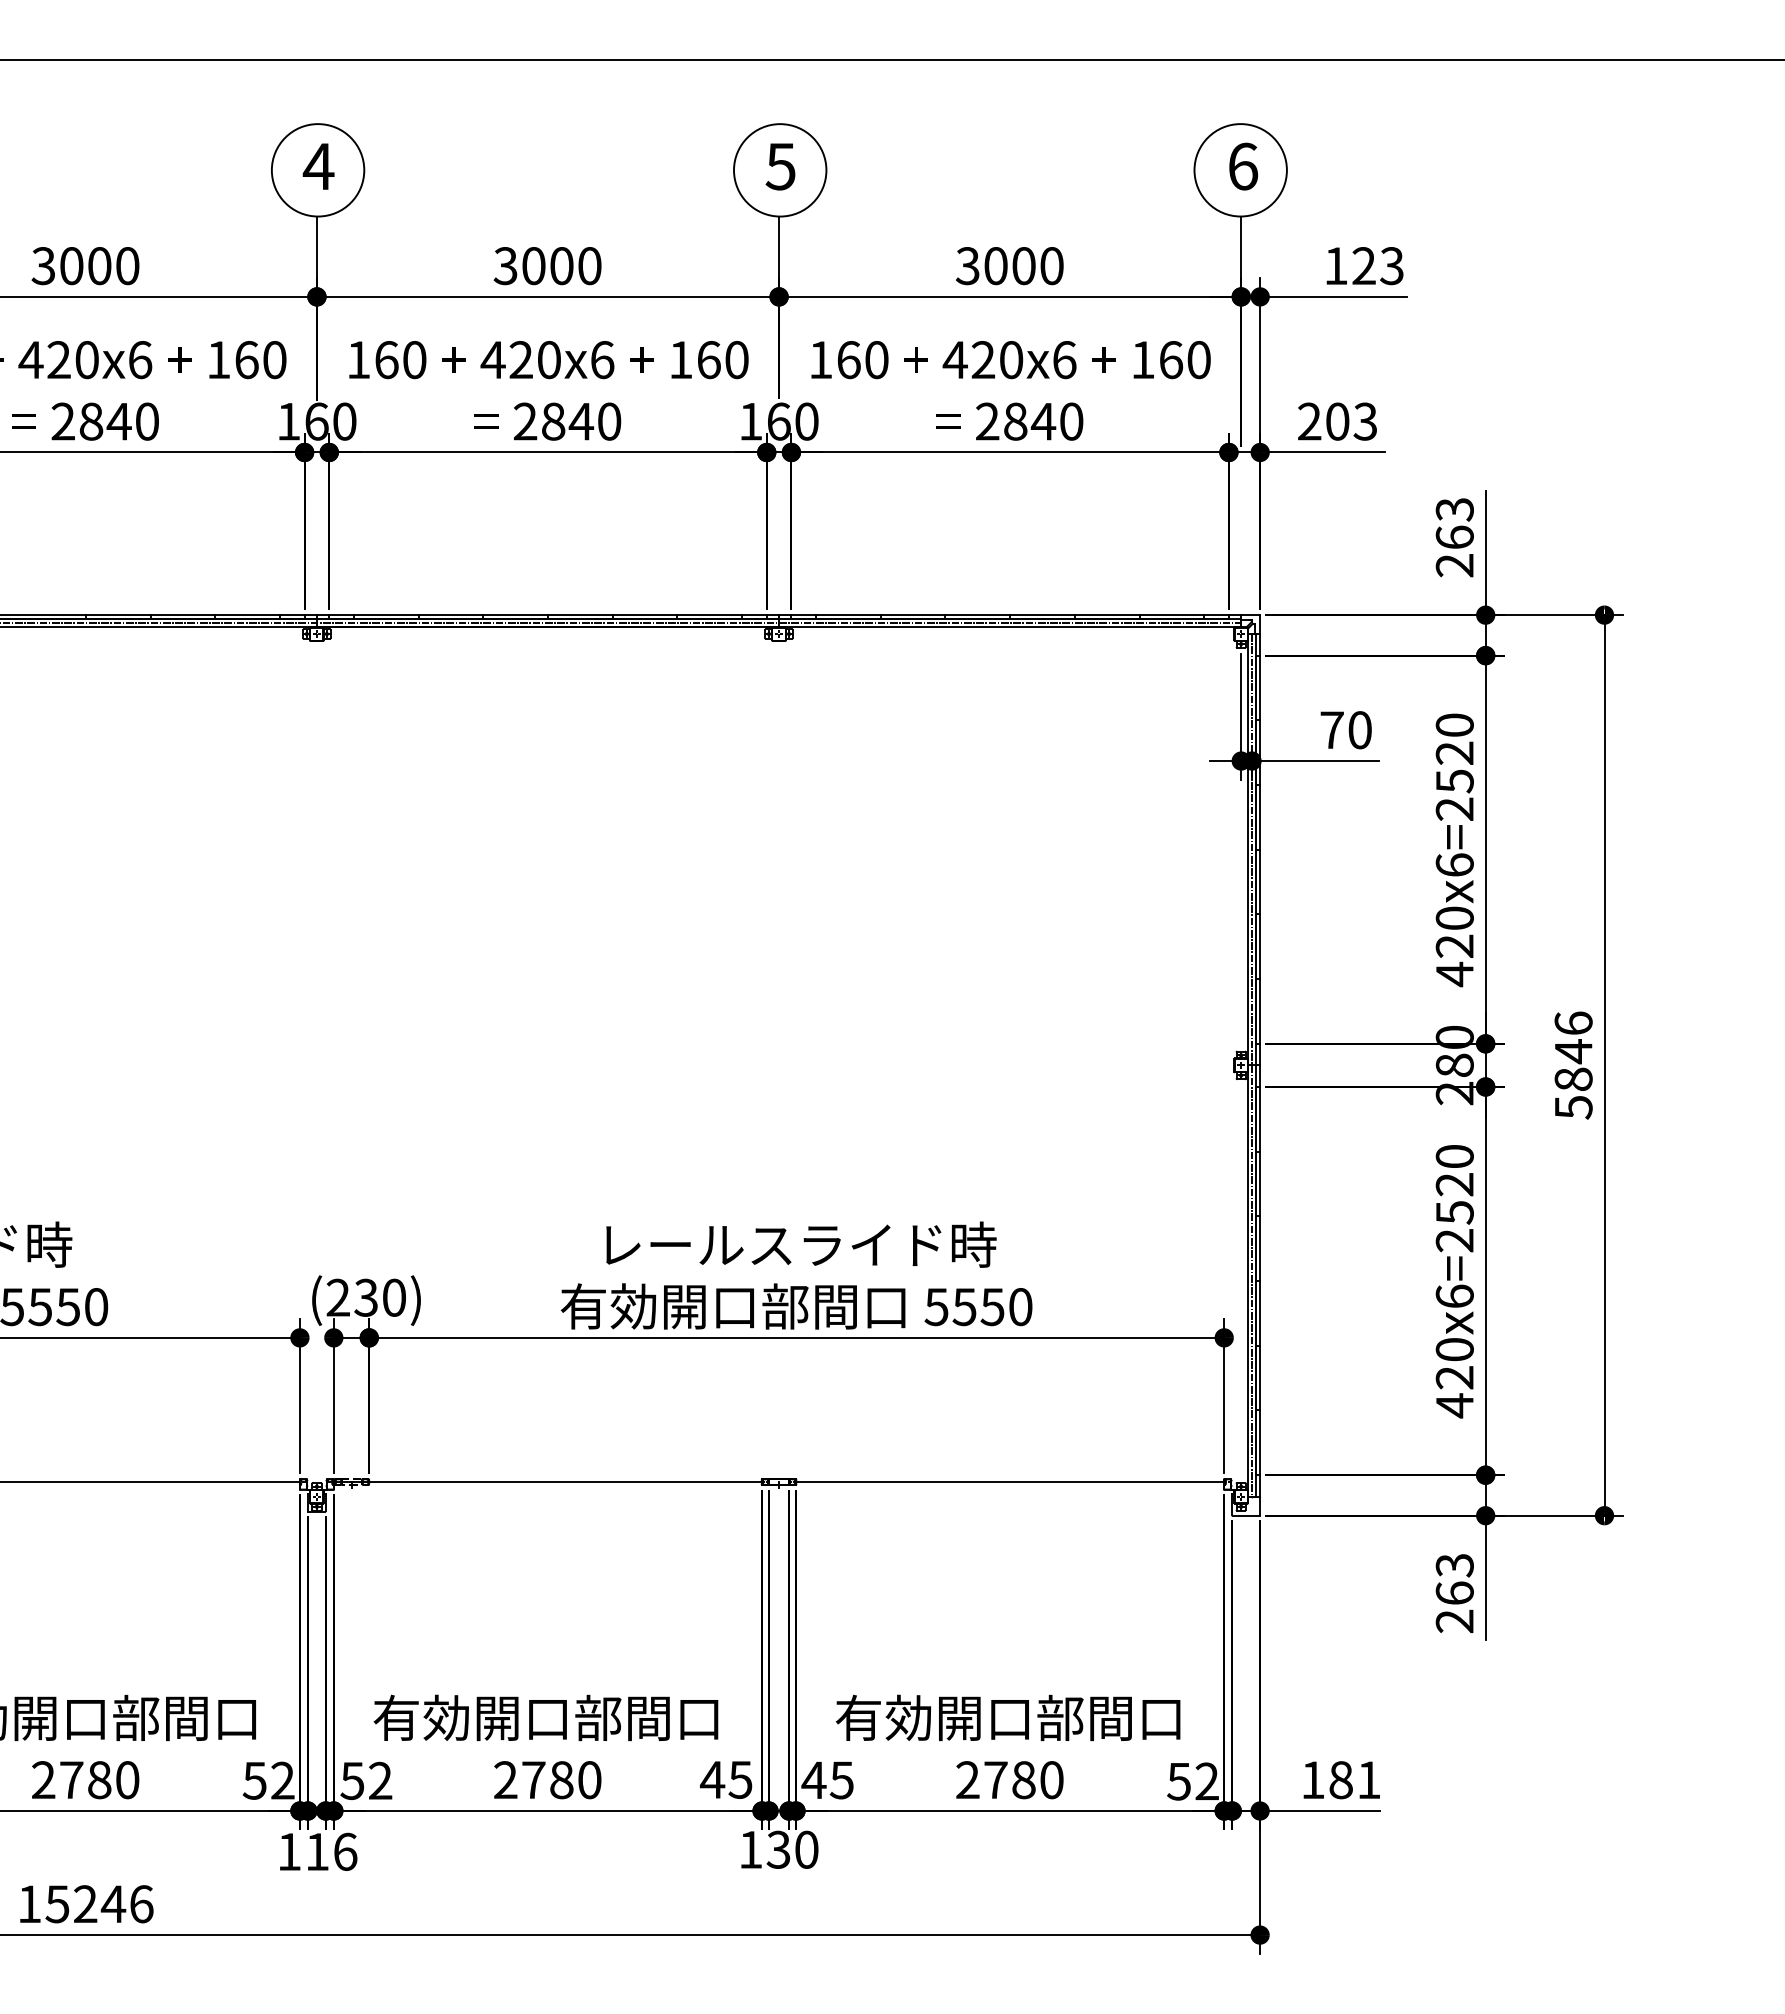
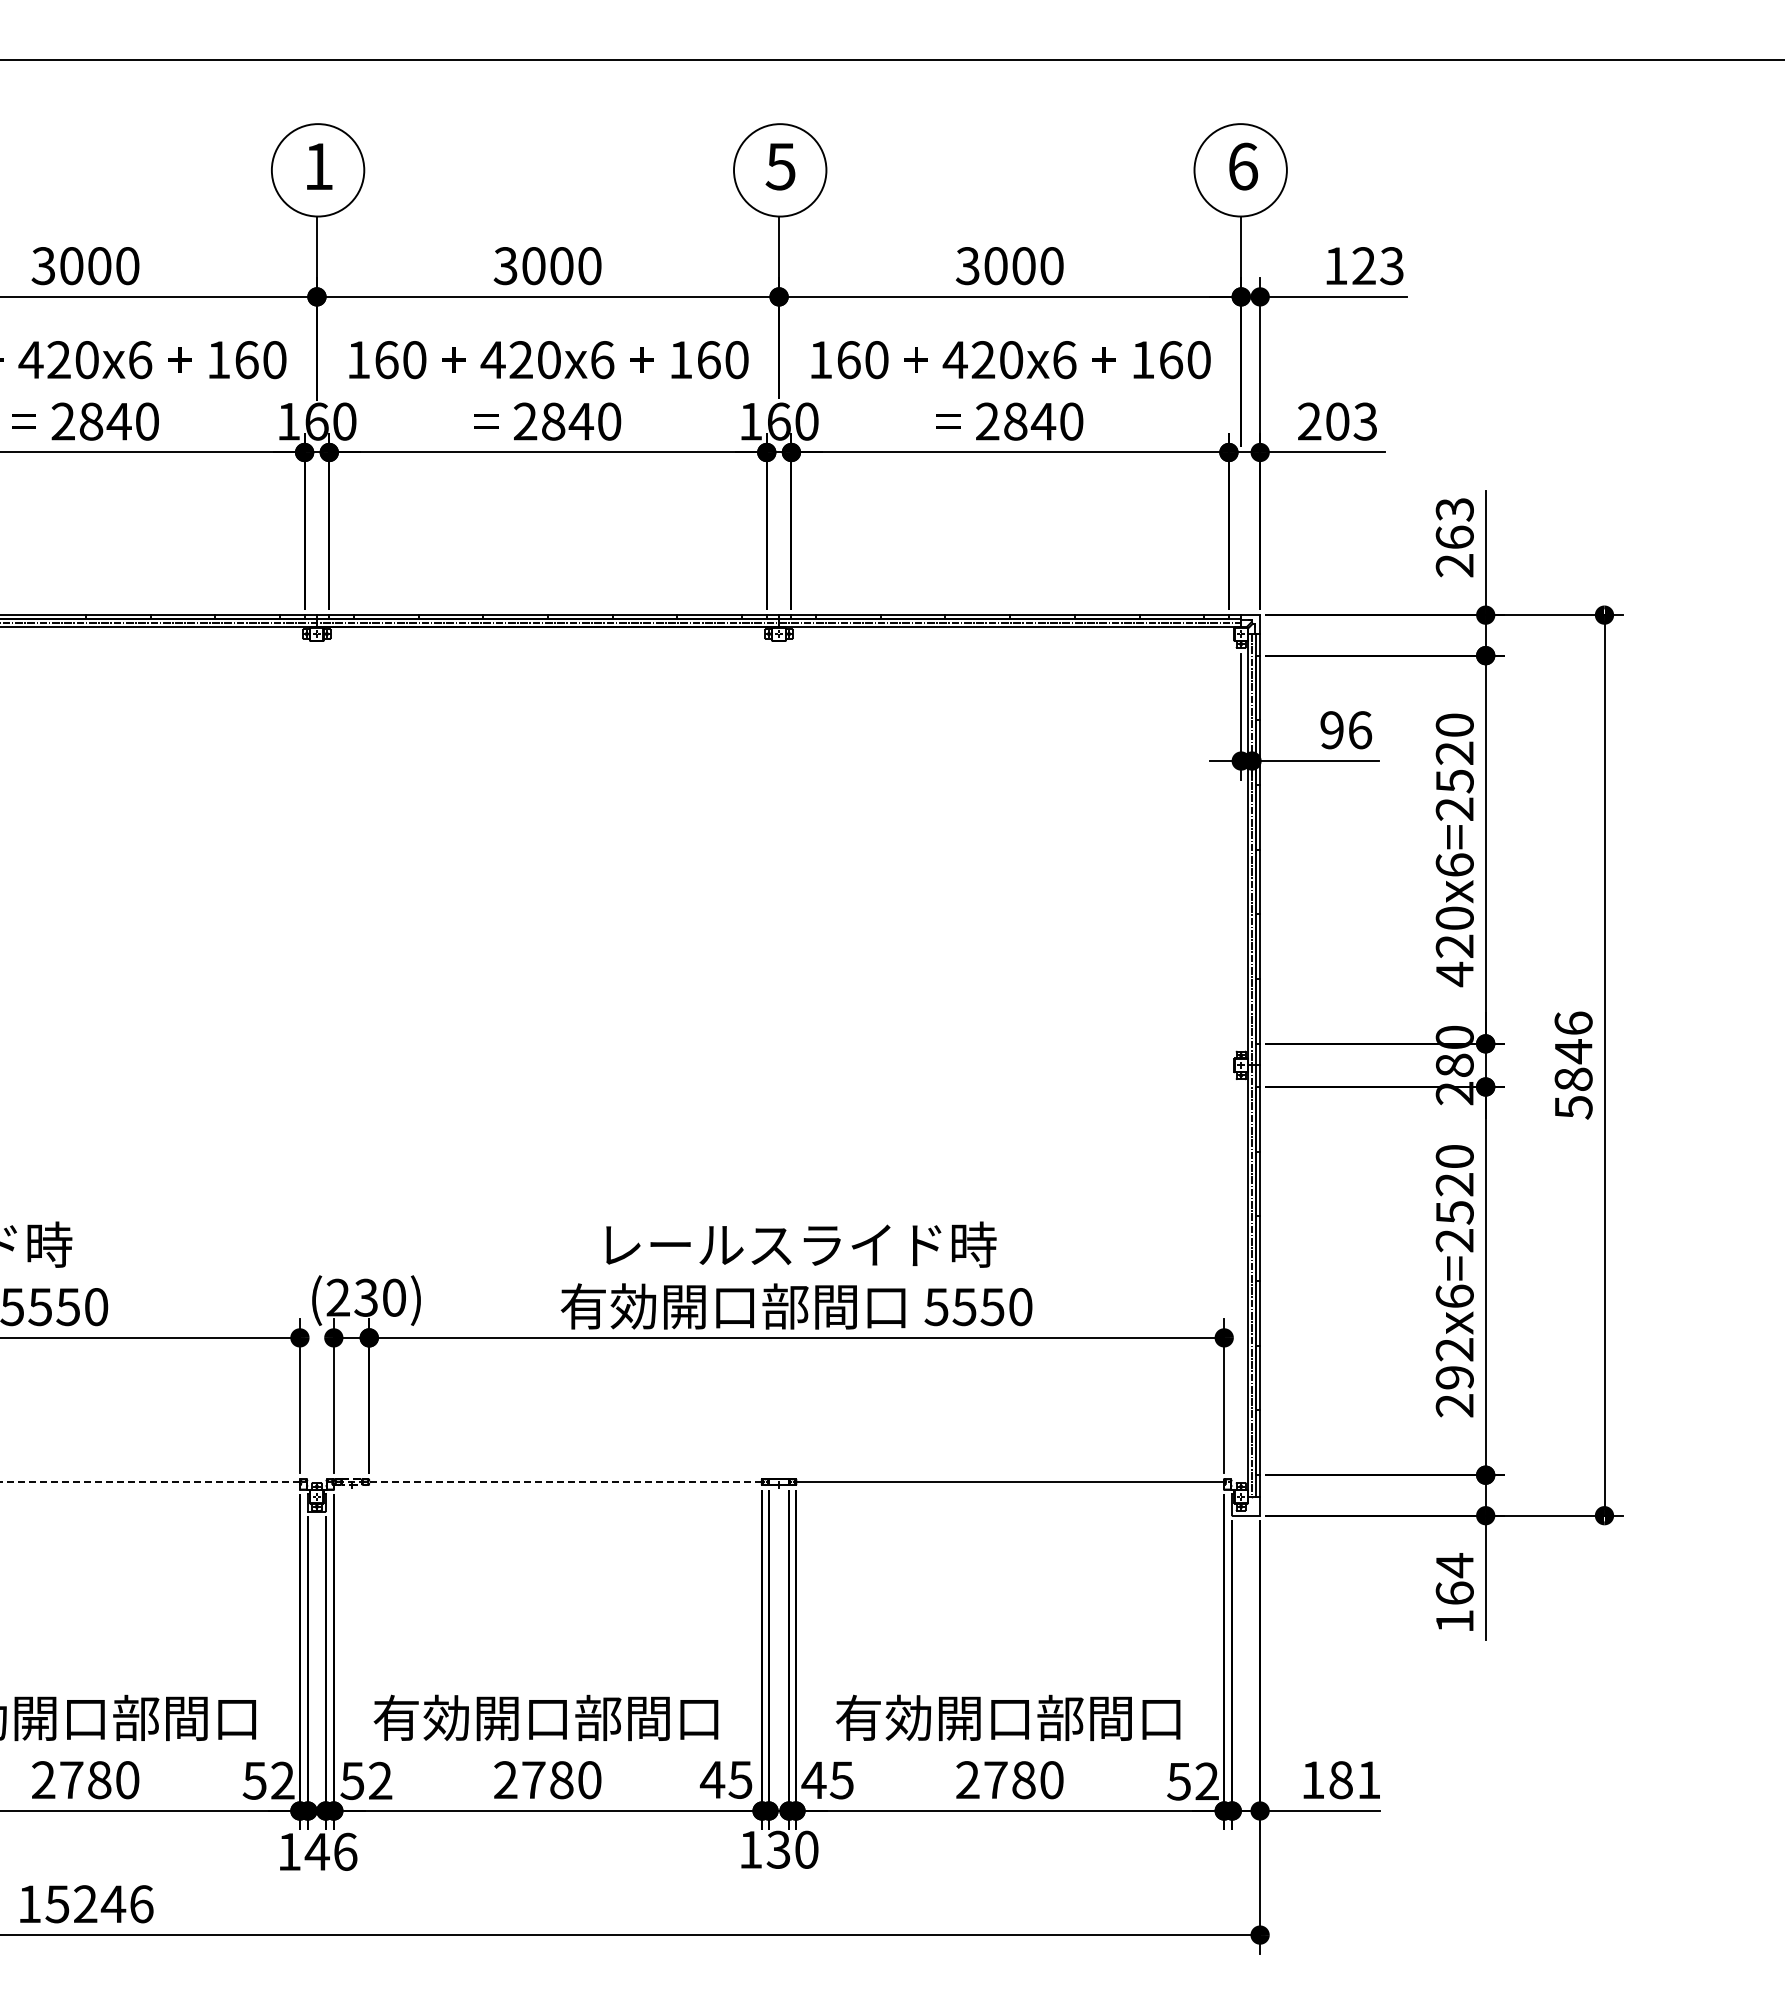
text at (318, 166): 4 -> 1
text at (1346, 730): 70 -> 96
text at (1454, 1378): 420x6=2520 -> 292x6=2520
line at (150, 1482): solid -> dashed
line at (547, 1482): solid -> dashed
text at (1454, 1593): 263 -> 164
text at (316, 1851): 116 -> 146
